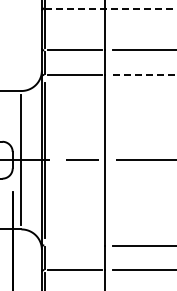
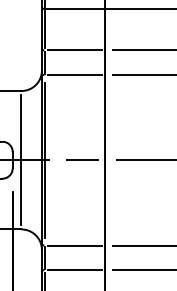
line at (110, 8): dashed -> solid
line at (145, 74): dashed -> solid
line at (74, 245): none -> present
